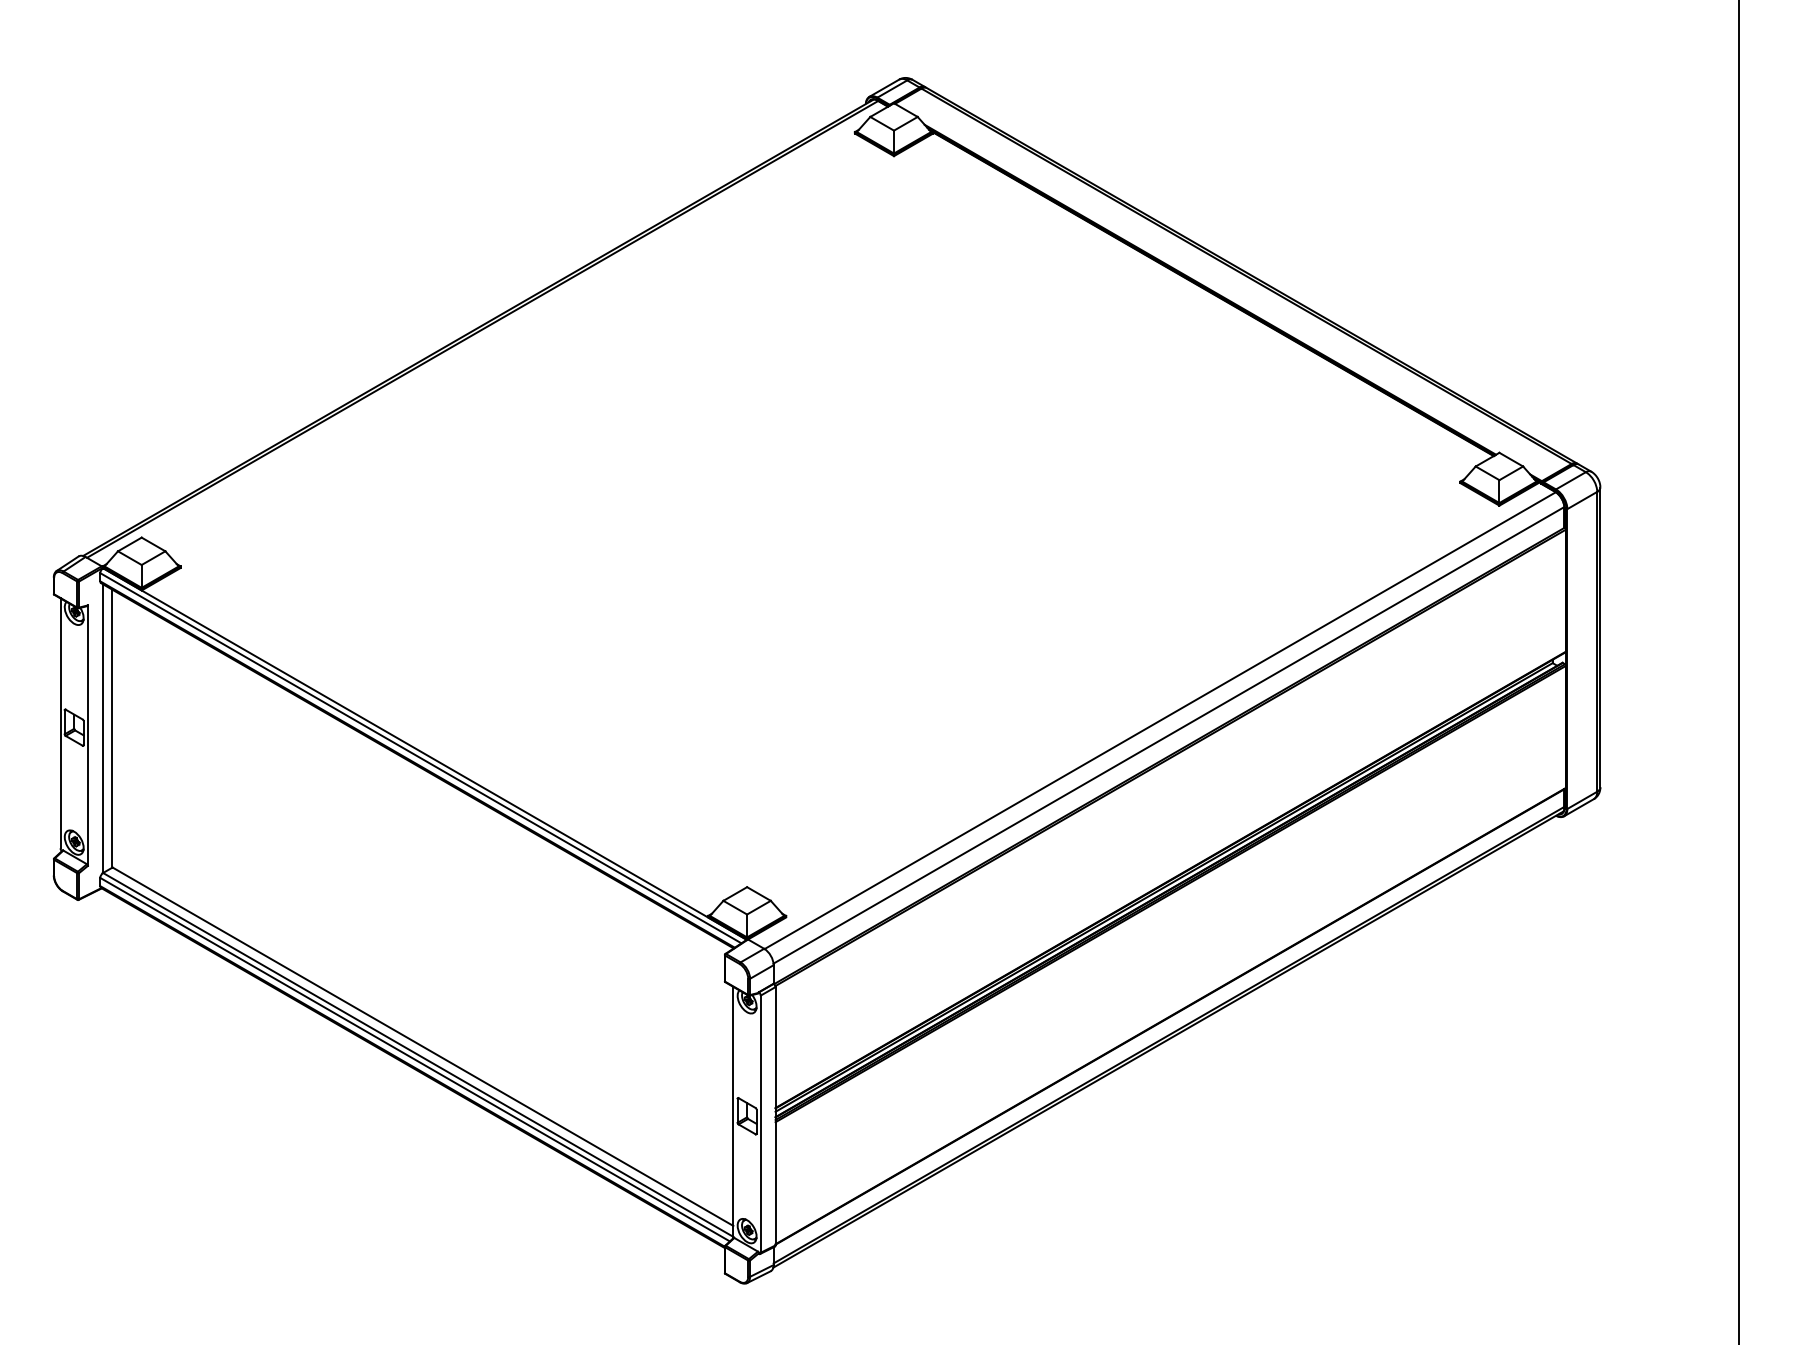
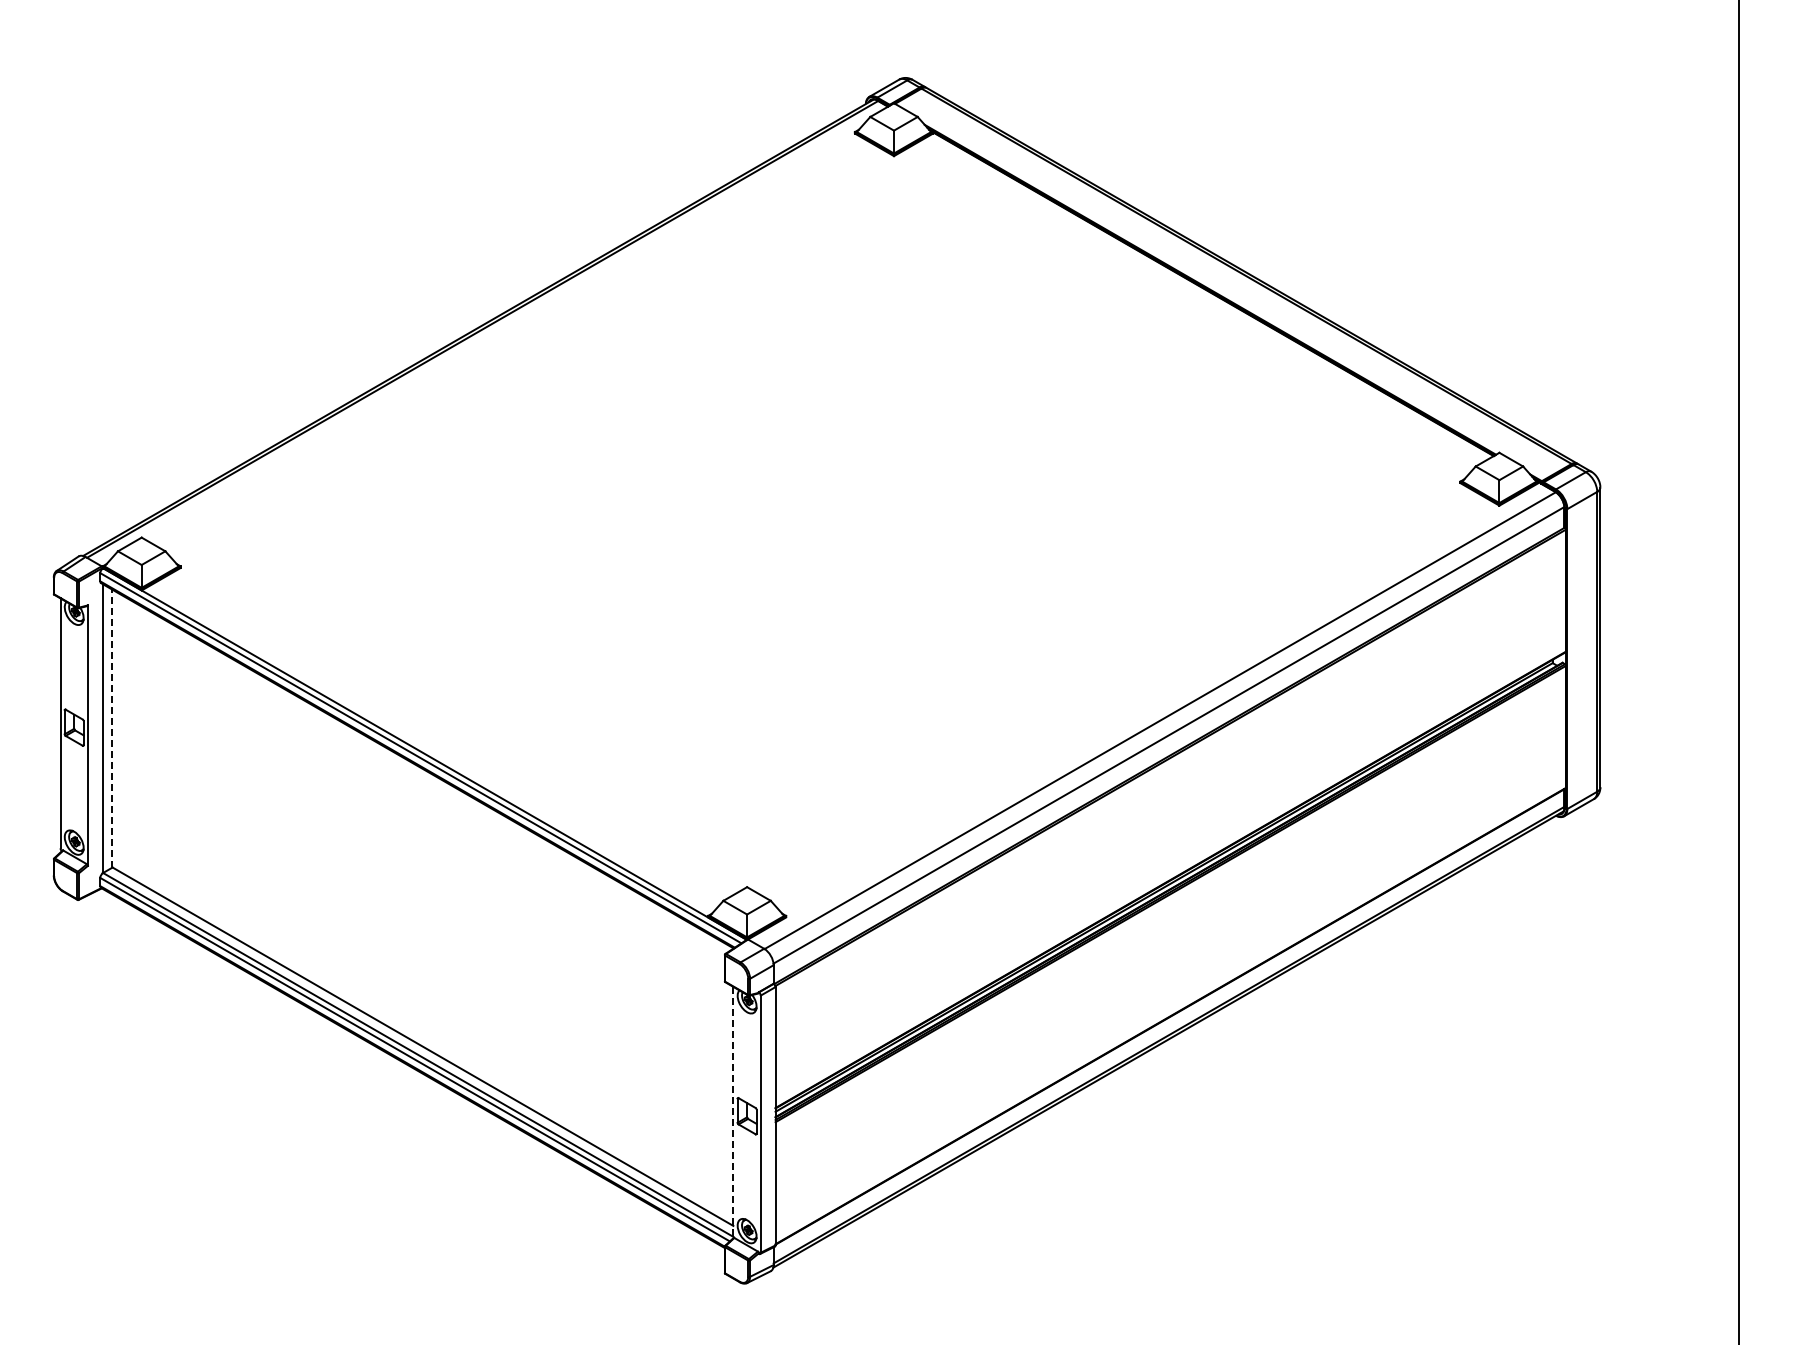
line at (112, 728): solid -> dashed
line at (733, 1112): solid -> dashed
